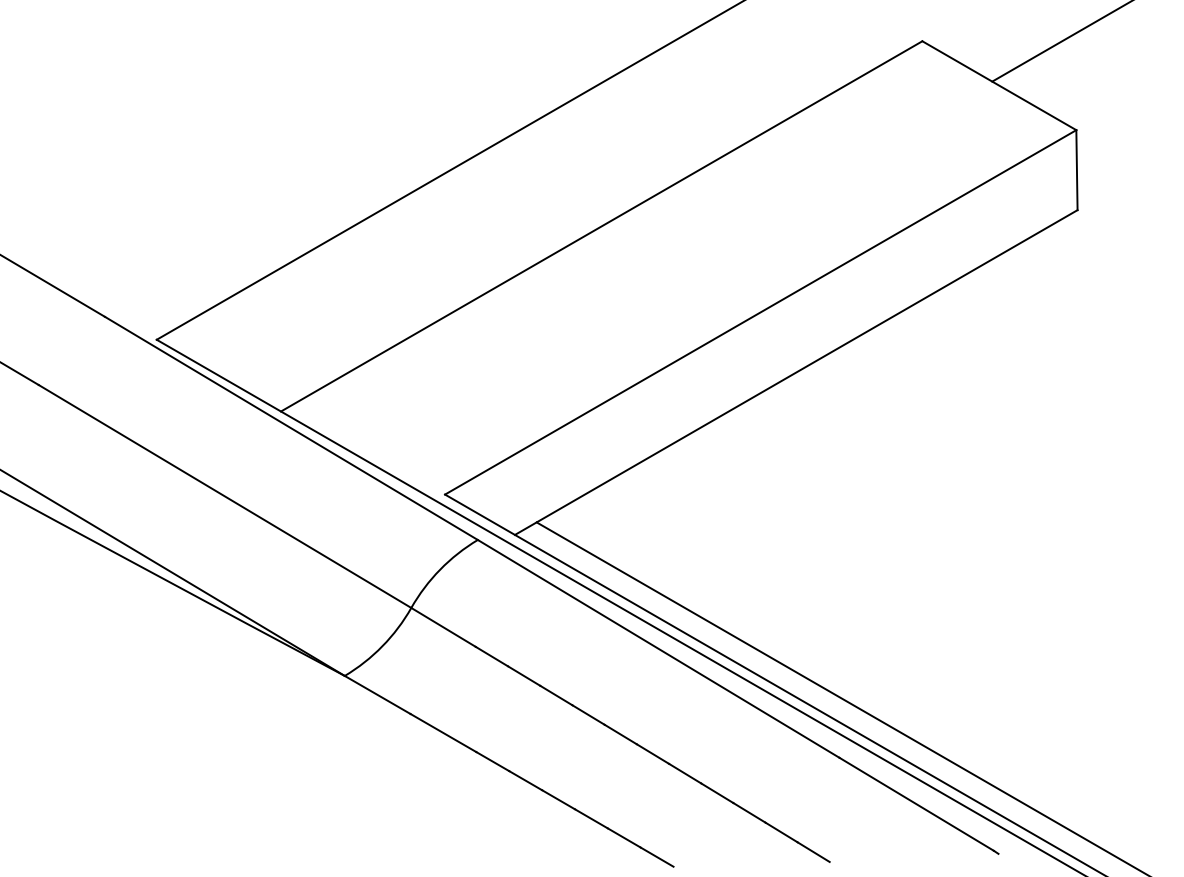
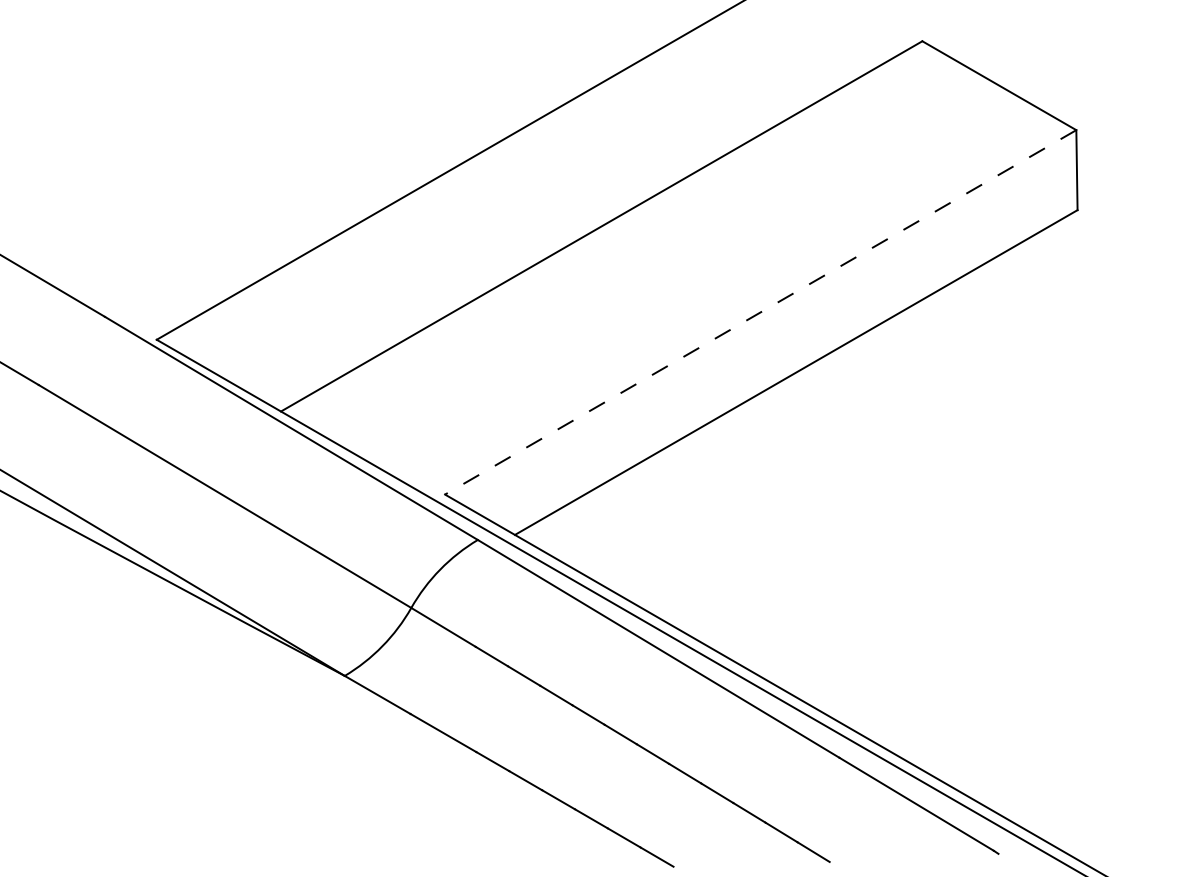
line at (1061, 41): present -> none
line at (760, 312): solid -> dashed
line at (840, 697): present -> none
